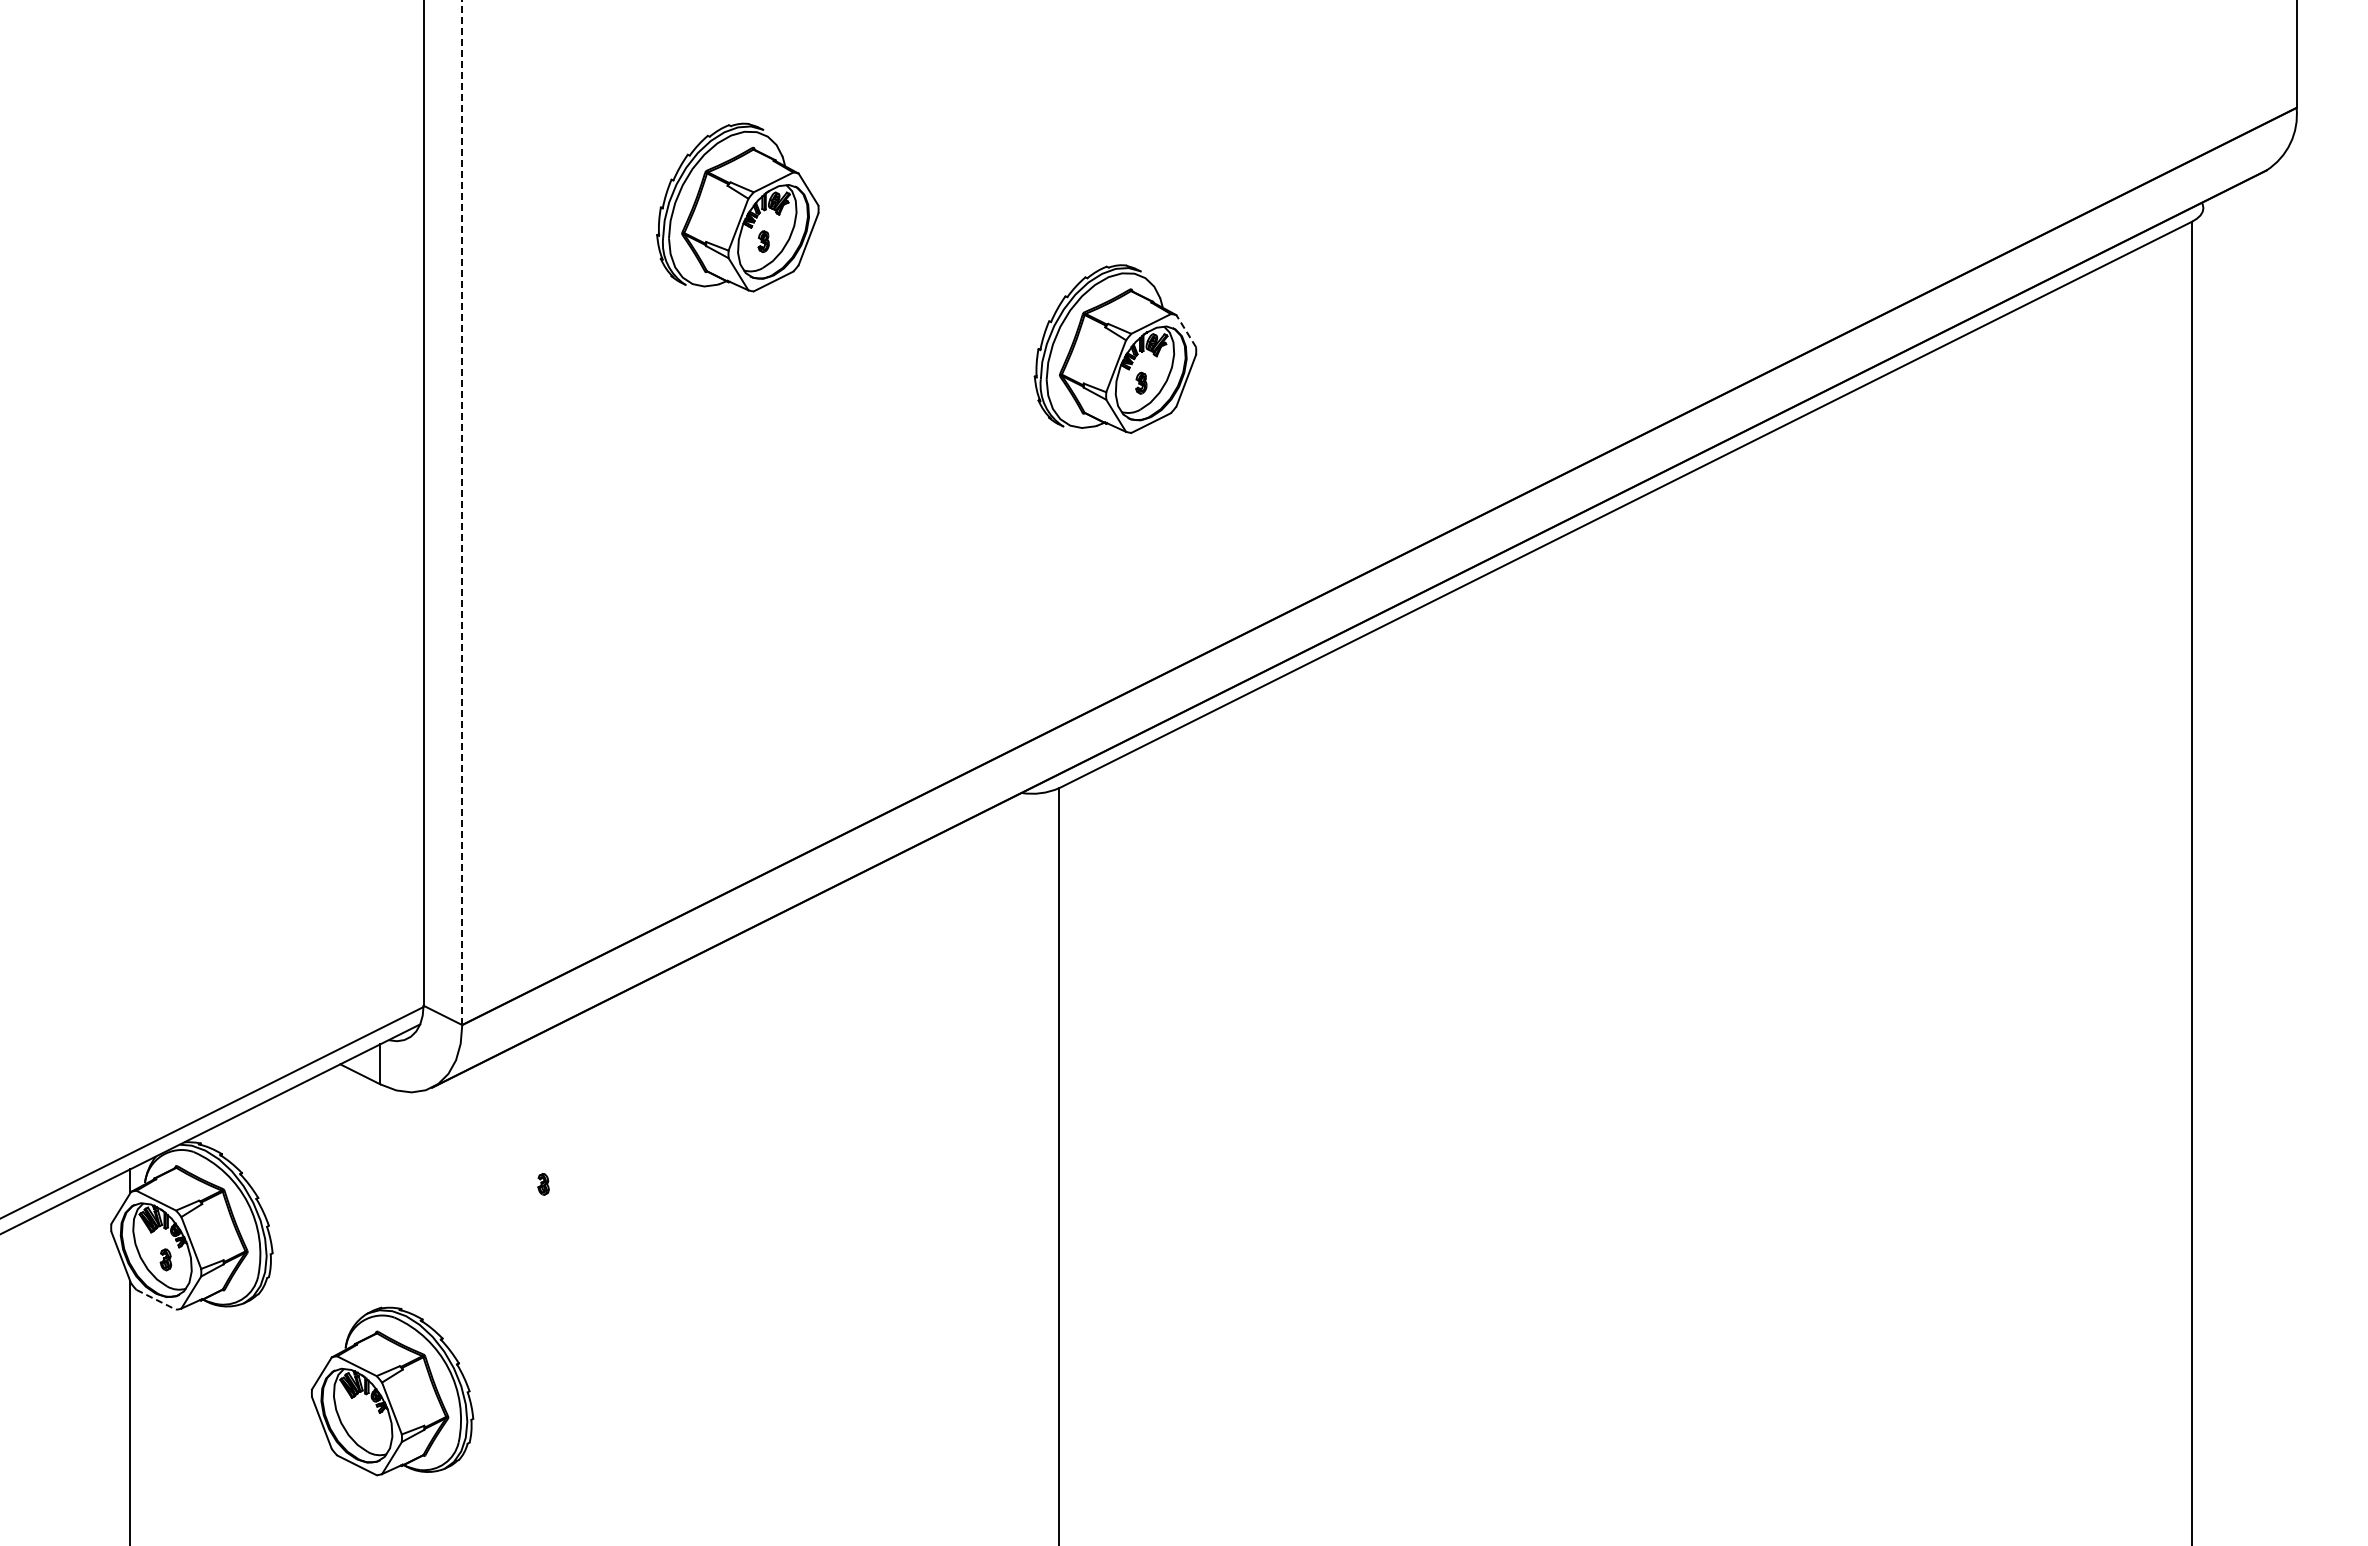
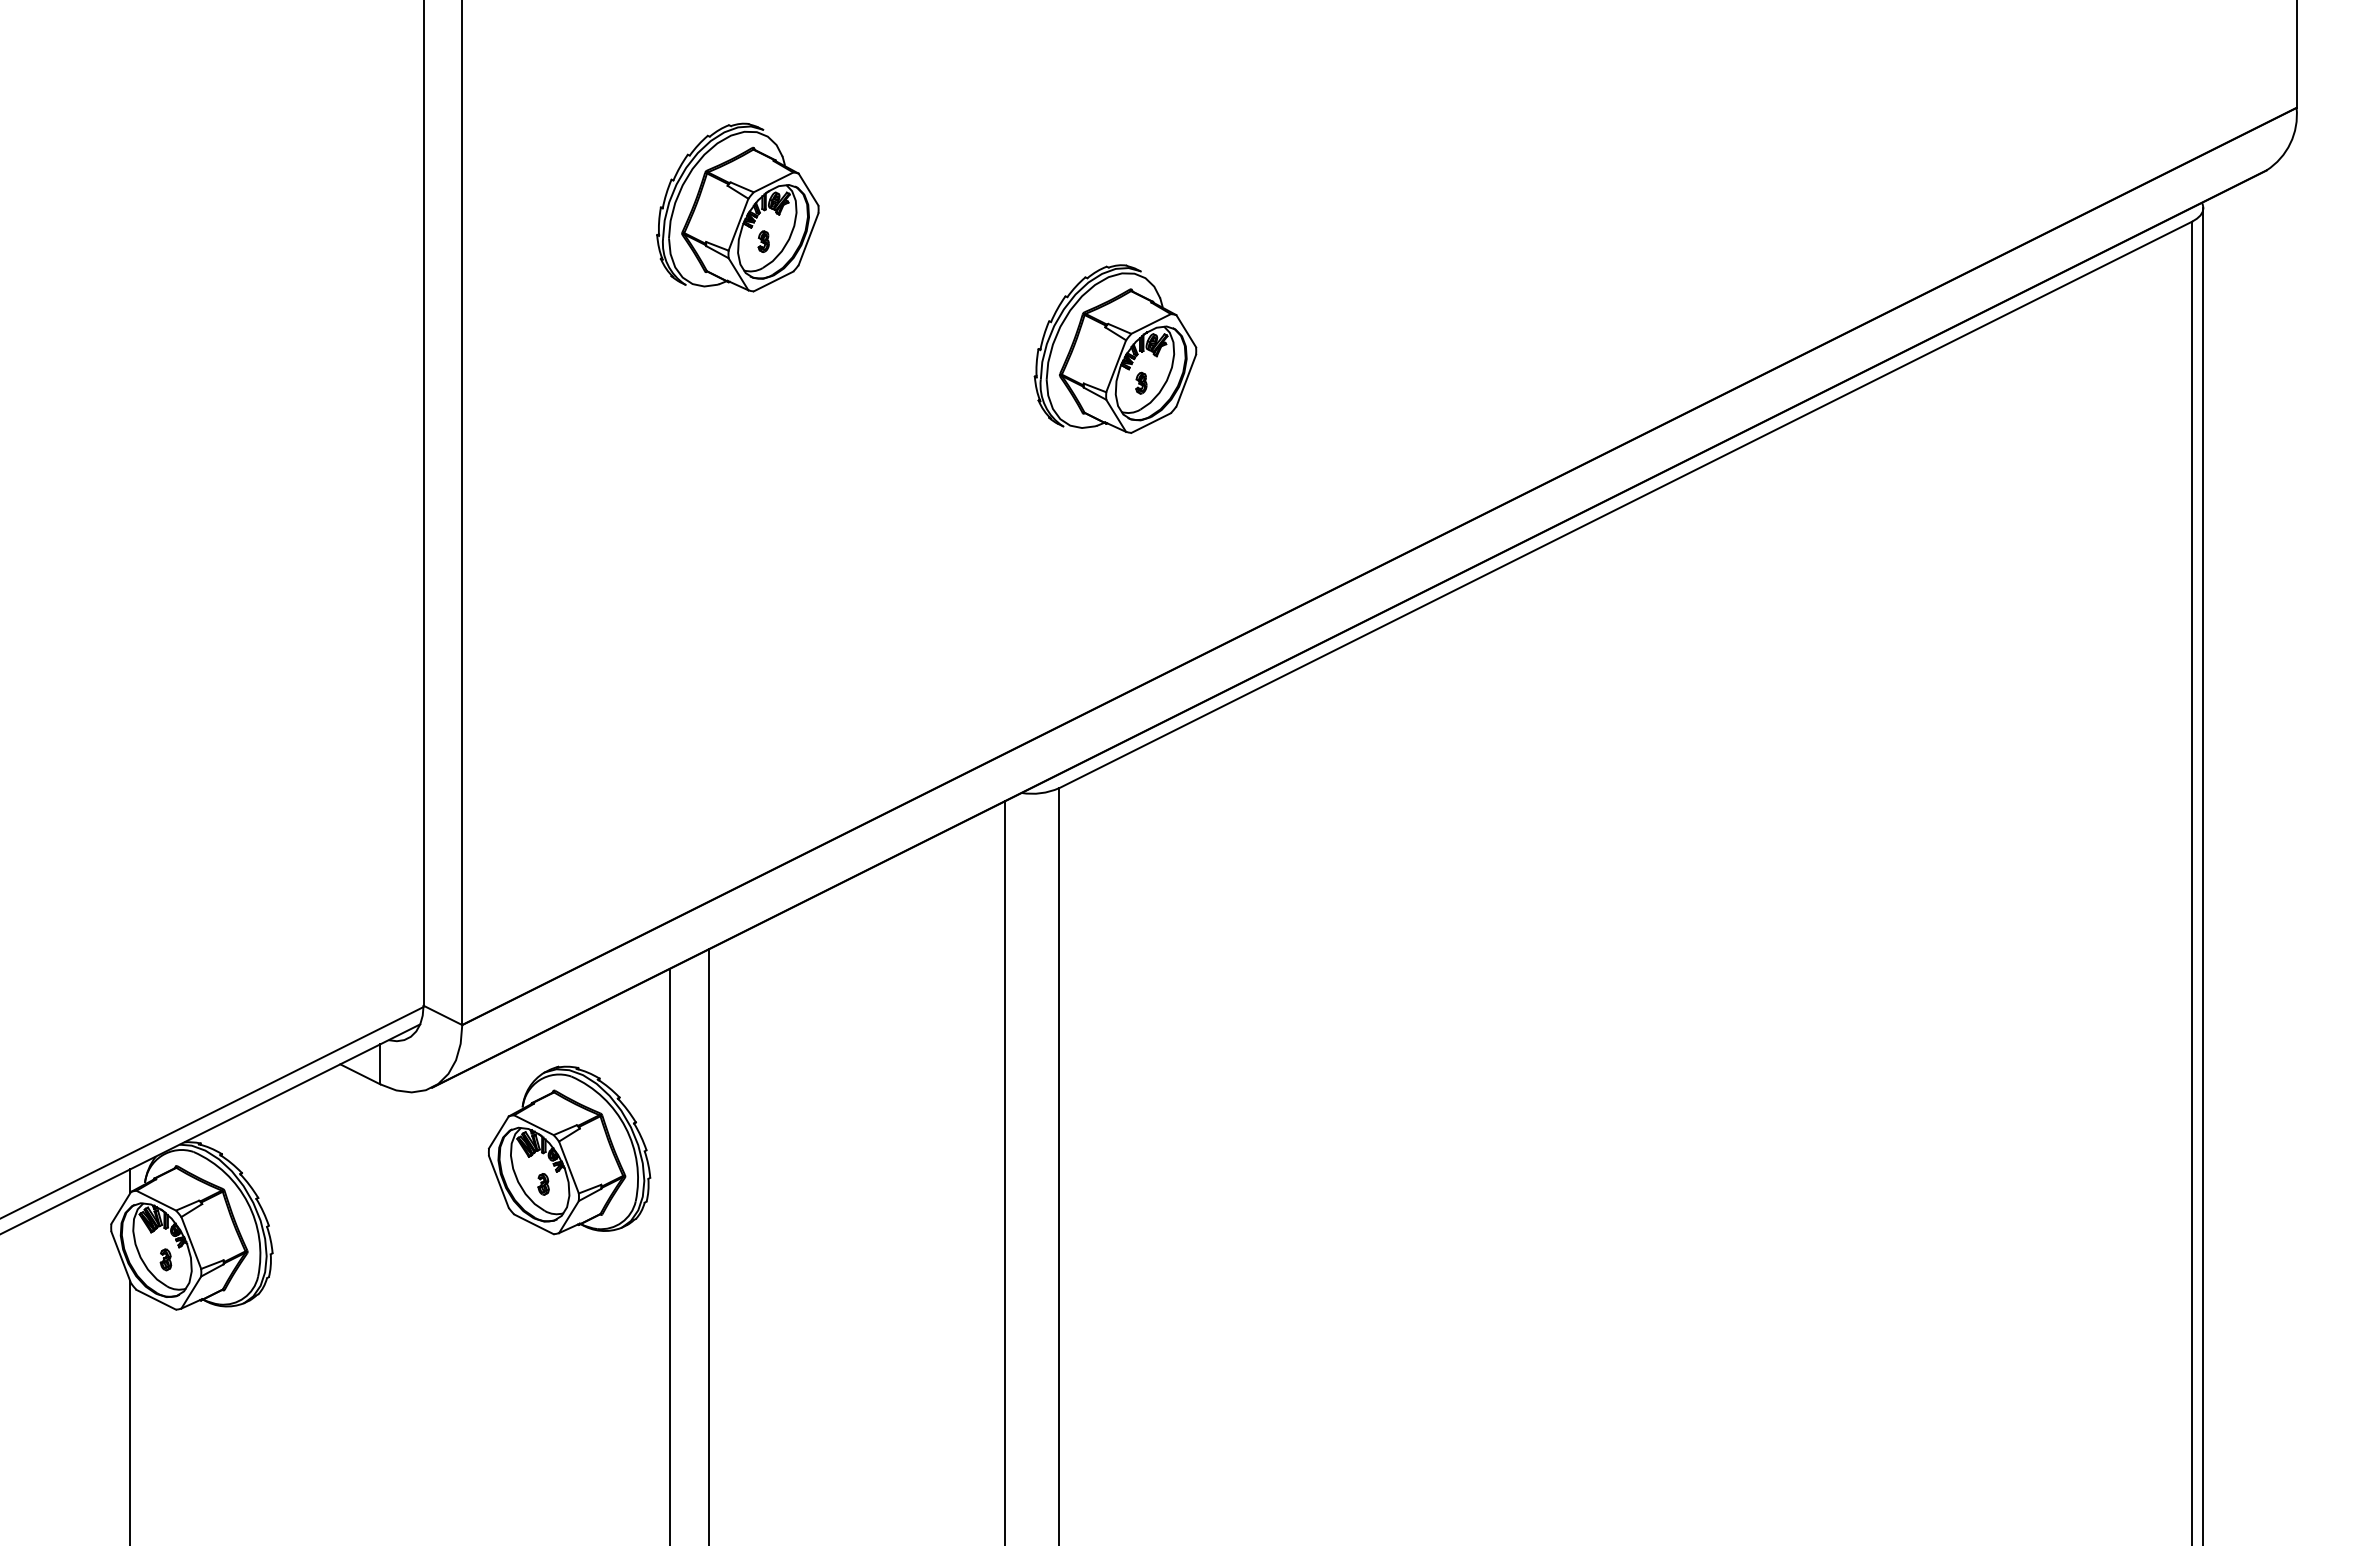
line at (1186, 331): dashed -> solid
line at (462, 512): dashed -> solid
line at (2203, 875): none -> present
line at (1005, 1171): none -> present
line at (708, 1245): none -> present
line at (669, 1255): none -> present
line at (156, 1300): dashed -> solid
part at (392, 1391) position: (392, 1391) -> (569, 1150)
